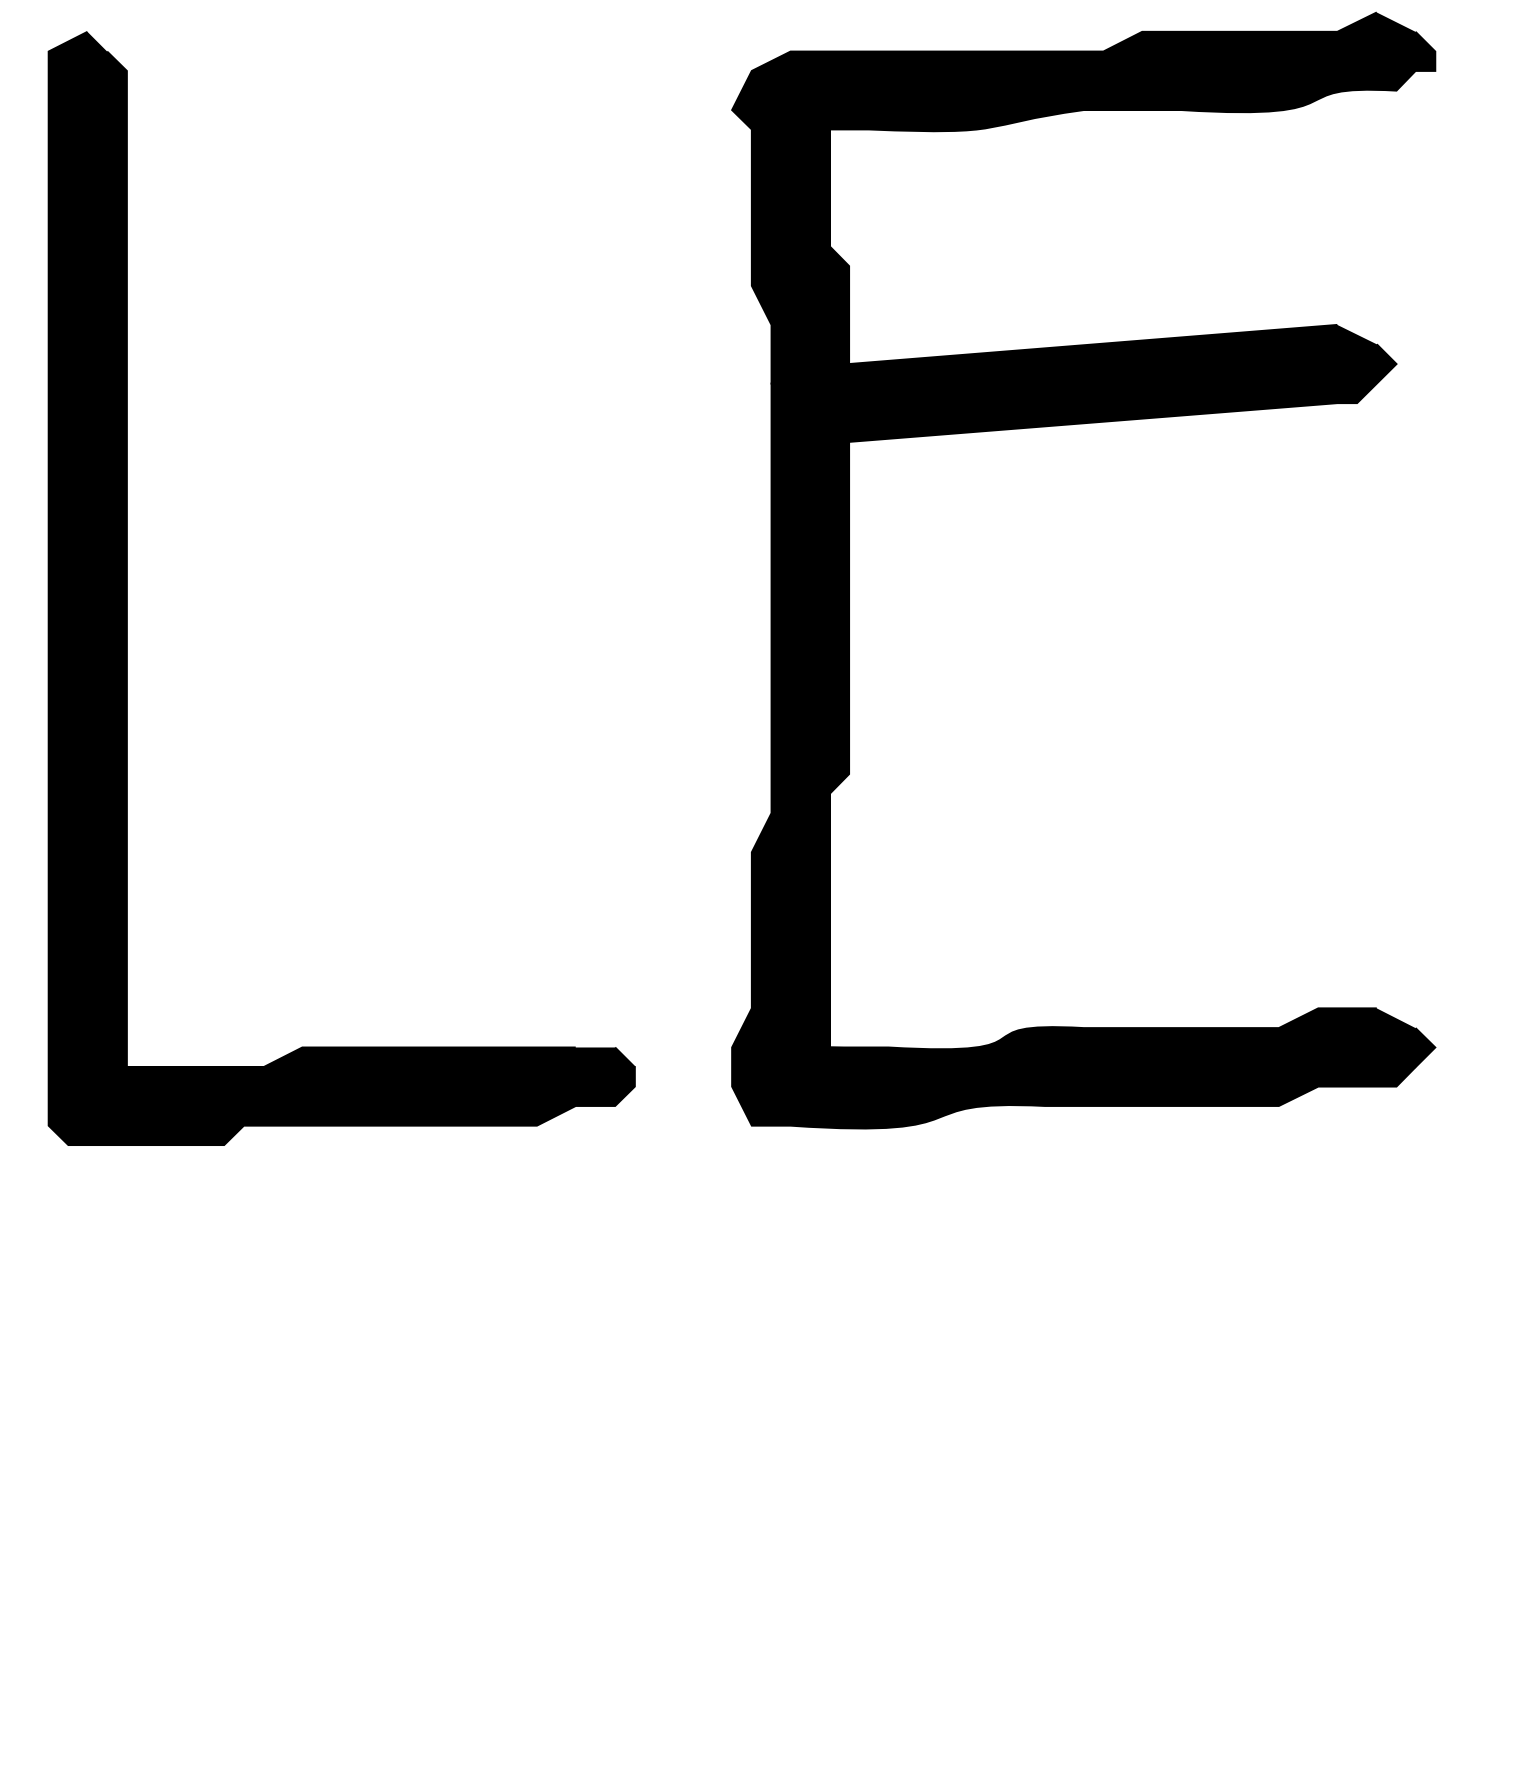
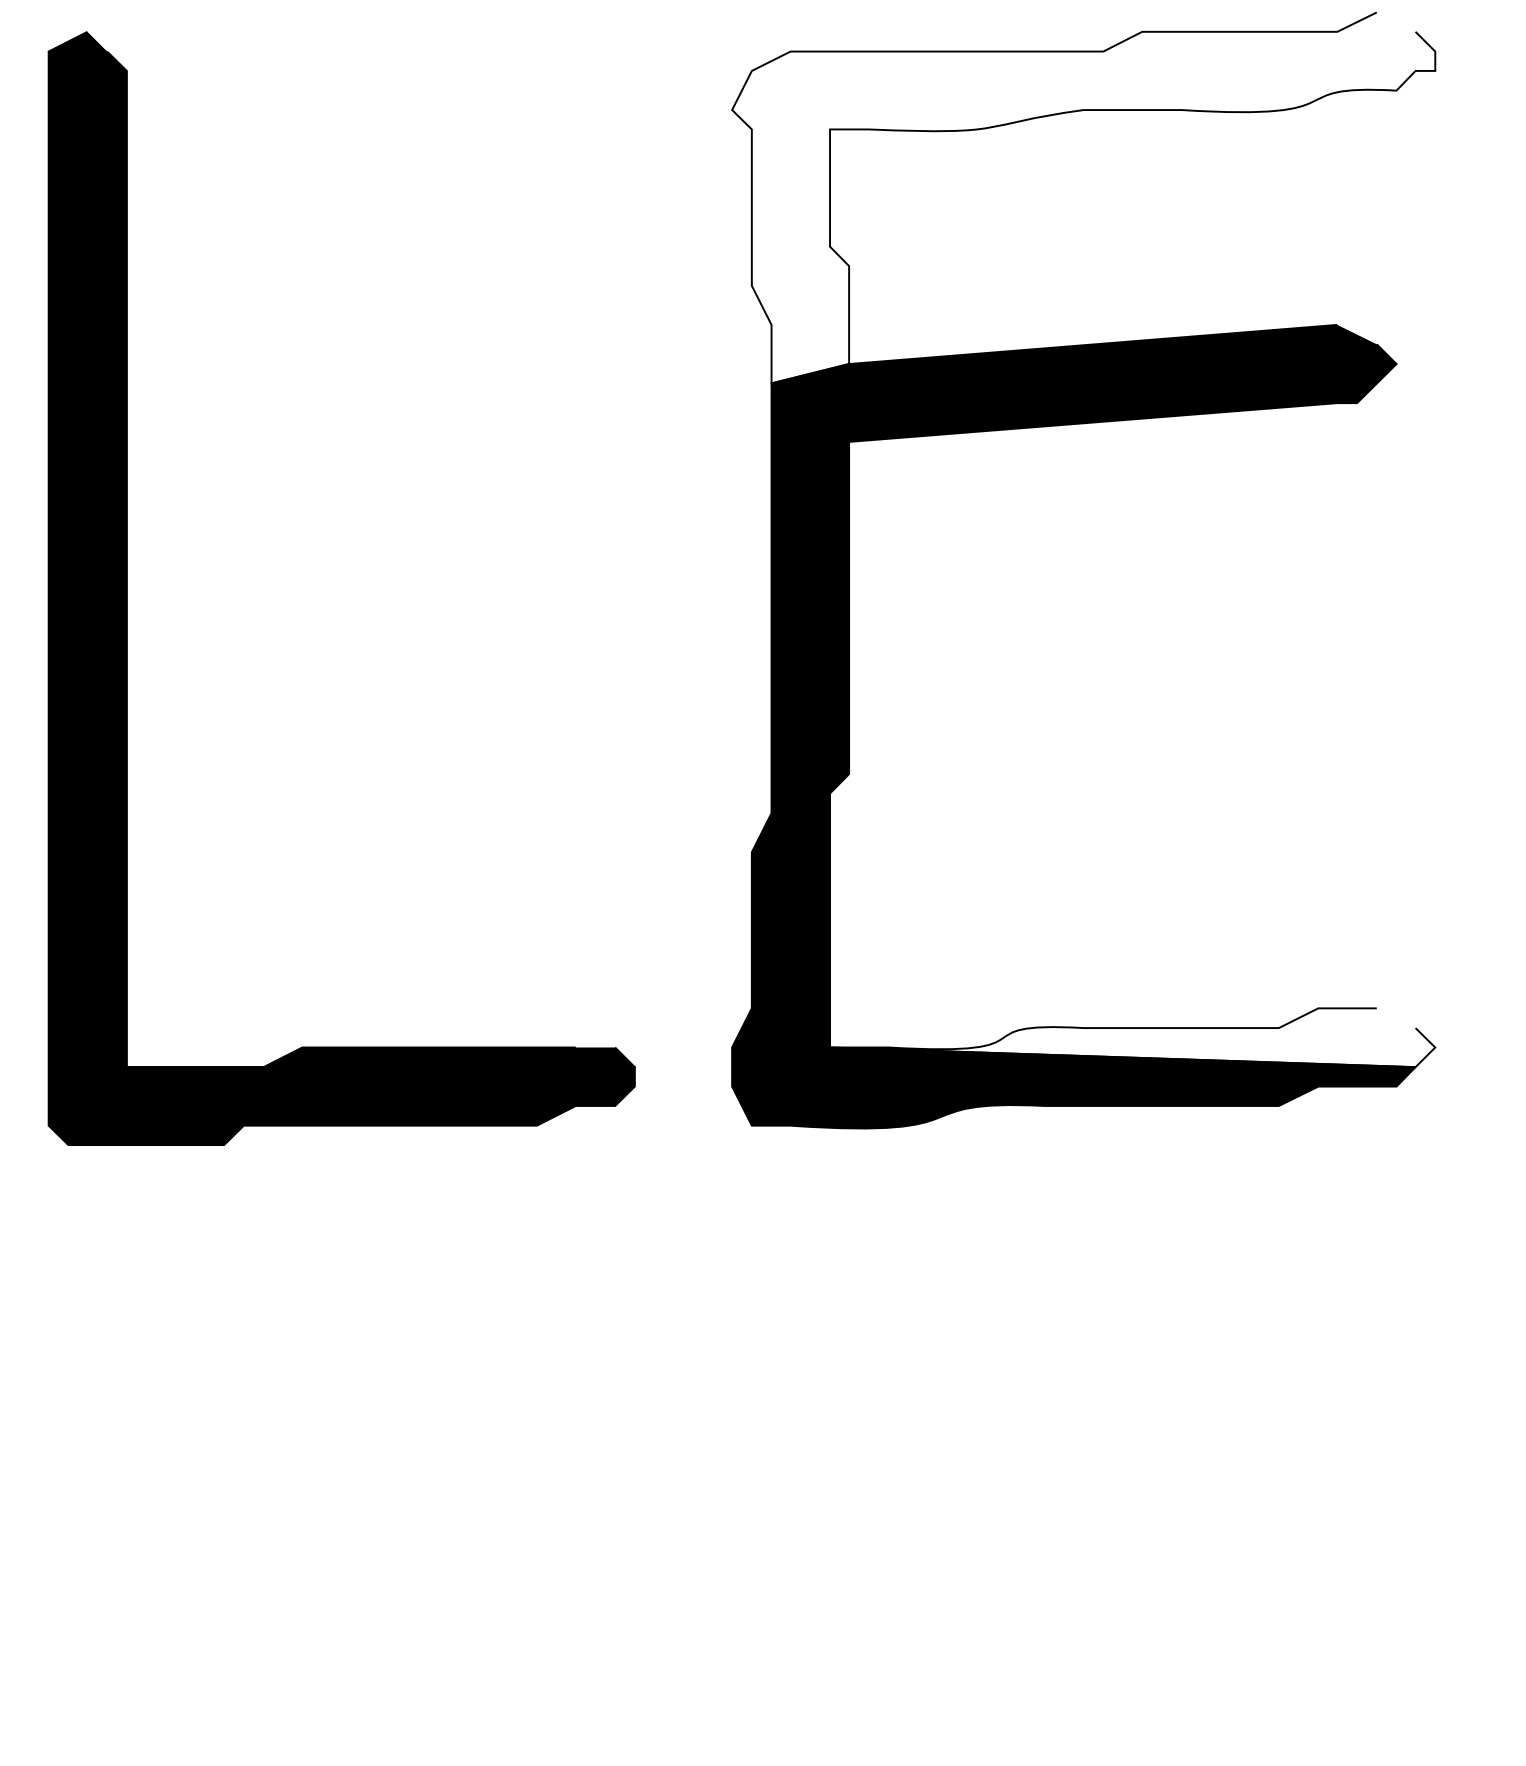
fill at (1083, 197): present -> none
fill at (1132, 1037): present -> none
